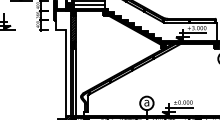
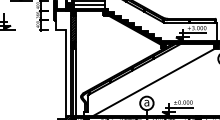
line at (153, 82): none -> present
